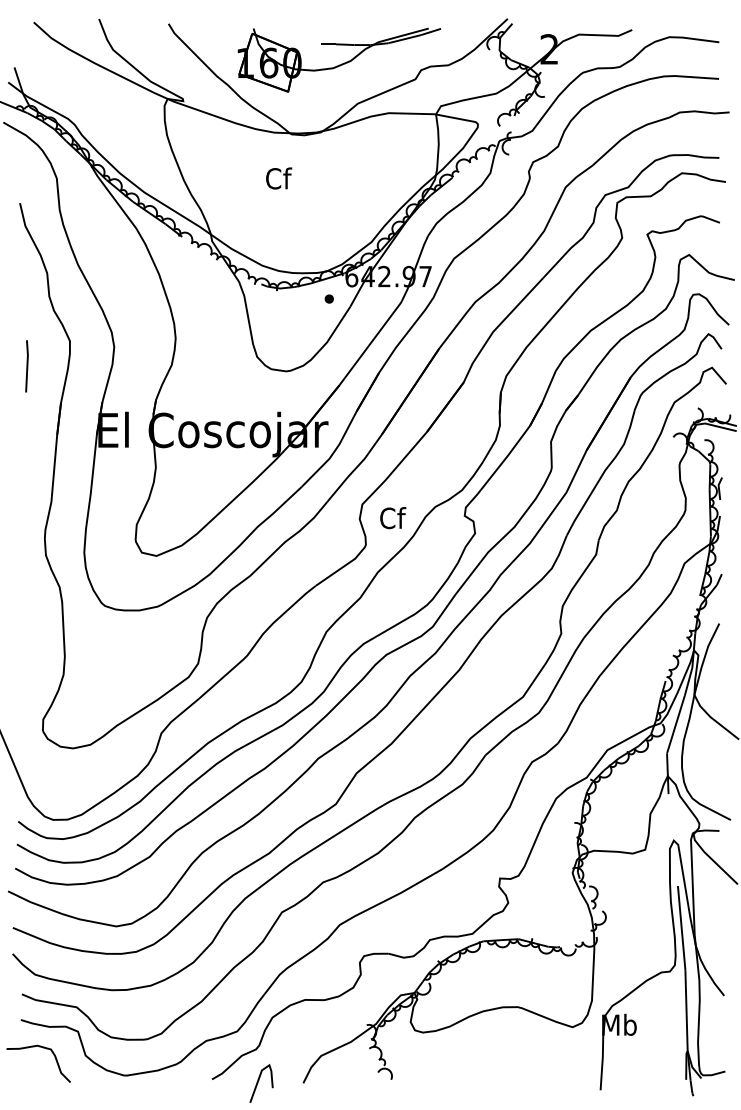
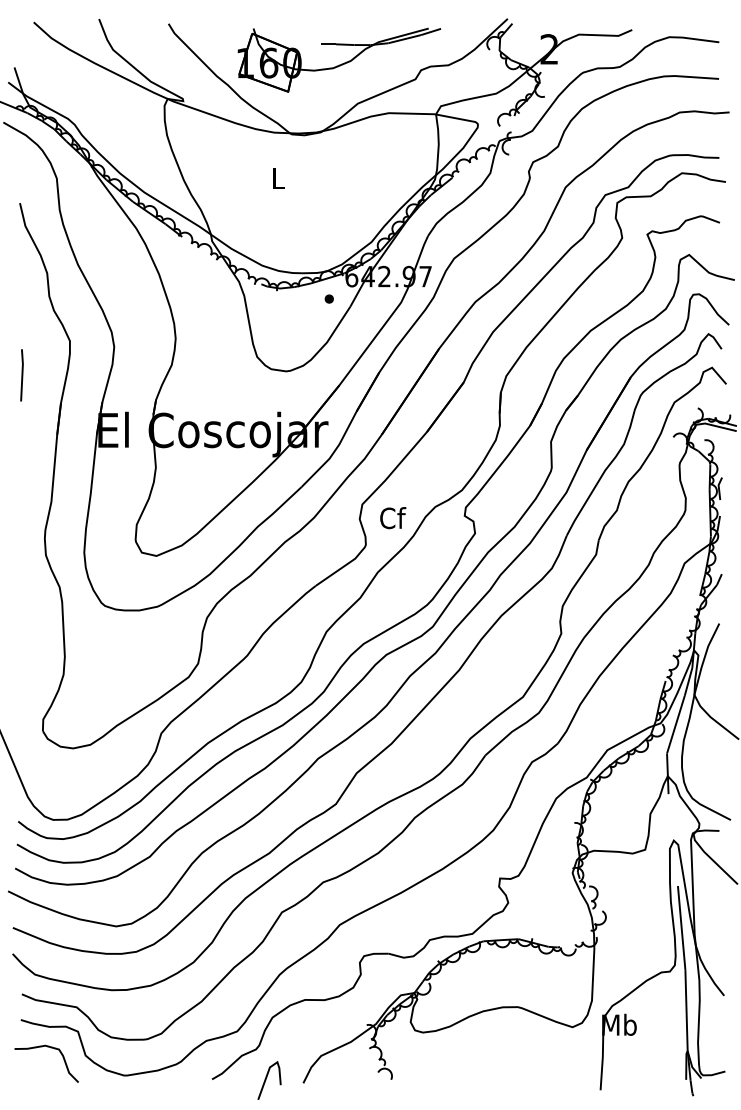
text at (279, 178): Cf -> L
line at (26, 366) position: (26, 366) -> (21, 375)
curve at (42, 1048) position: (42, 1048) -> (50, 1048)
line at (258, 1083) position: (258, 1083) -> (266, 1080)
